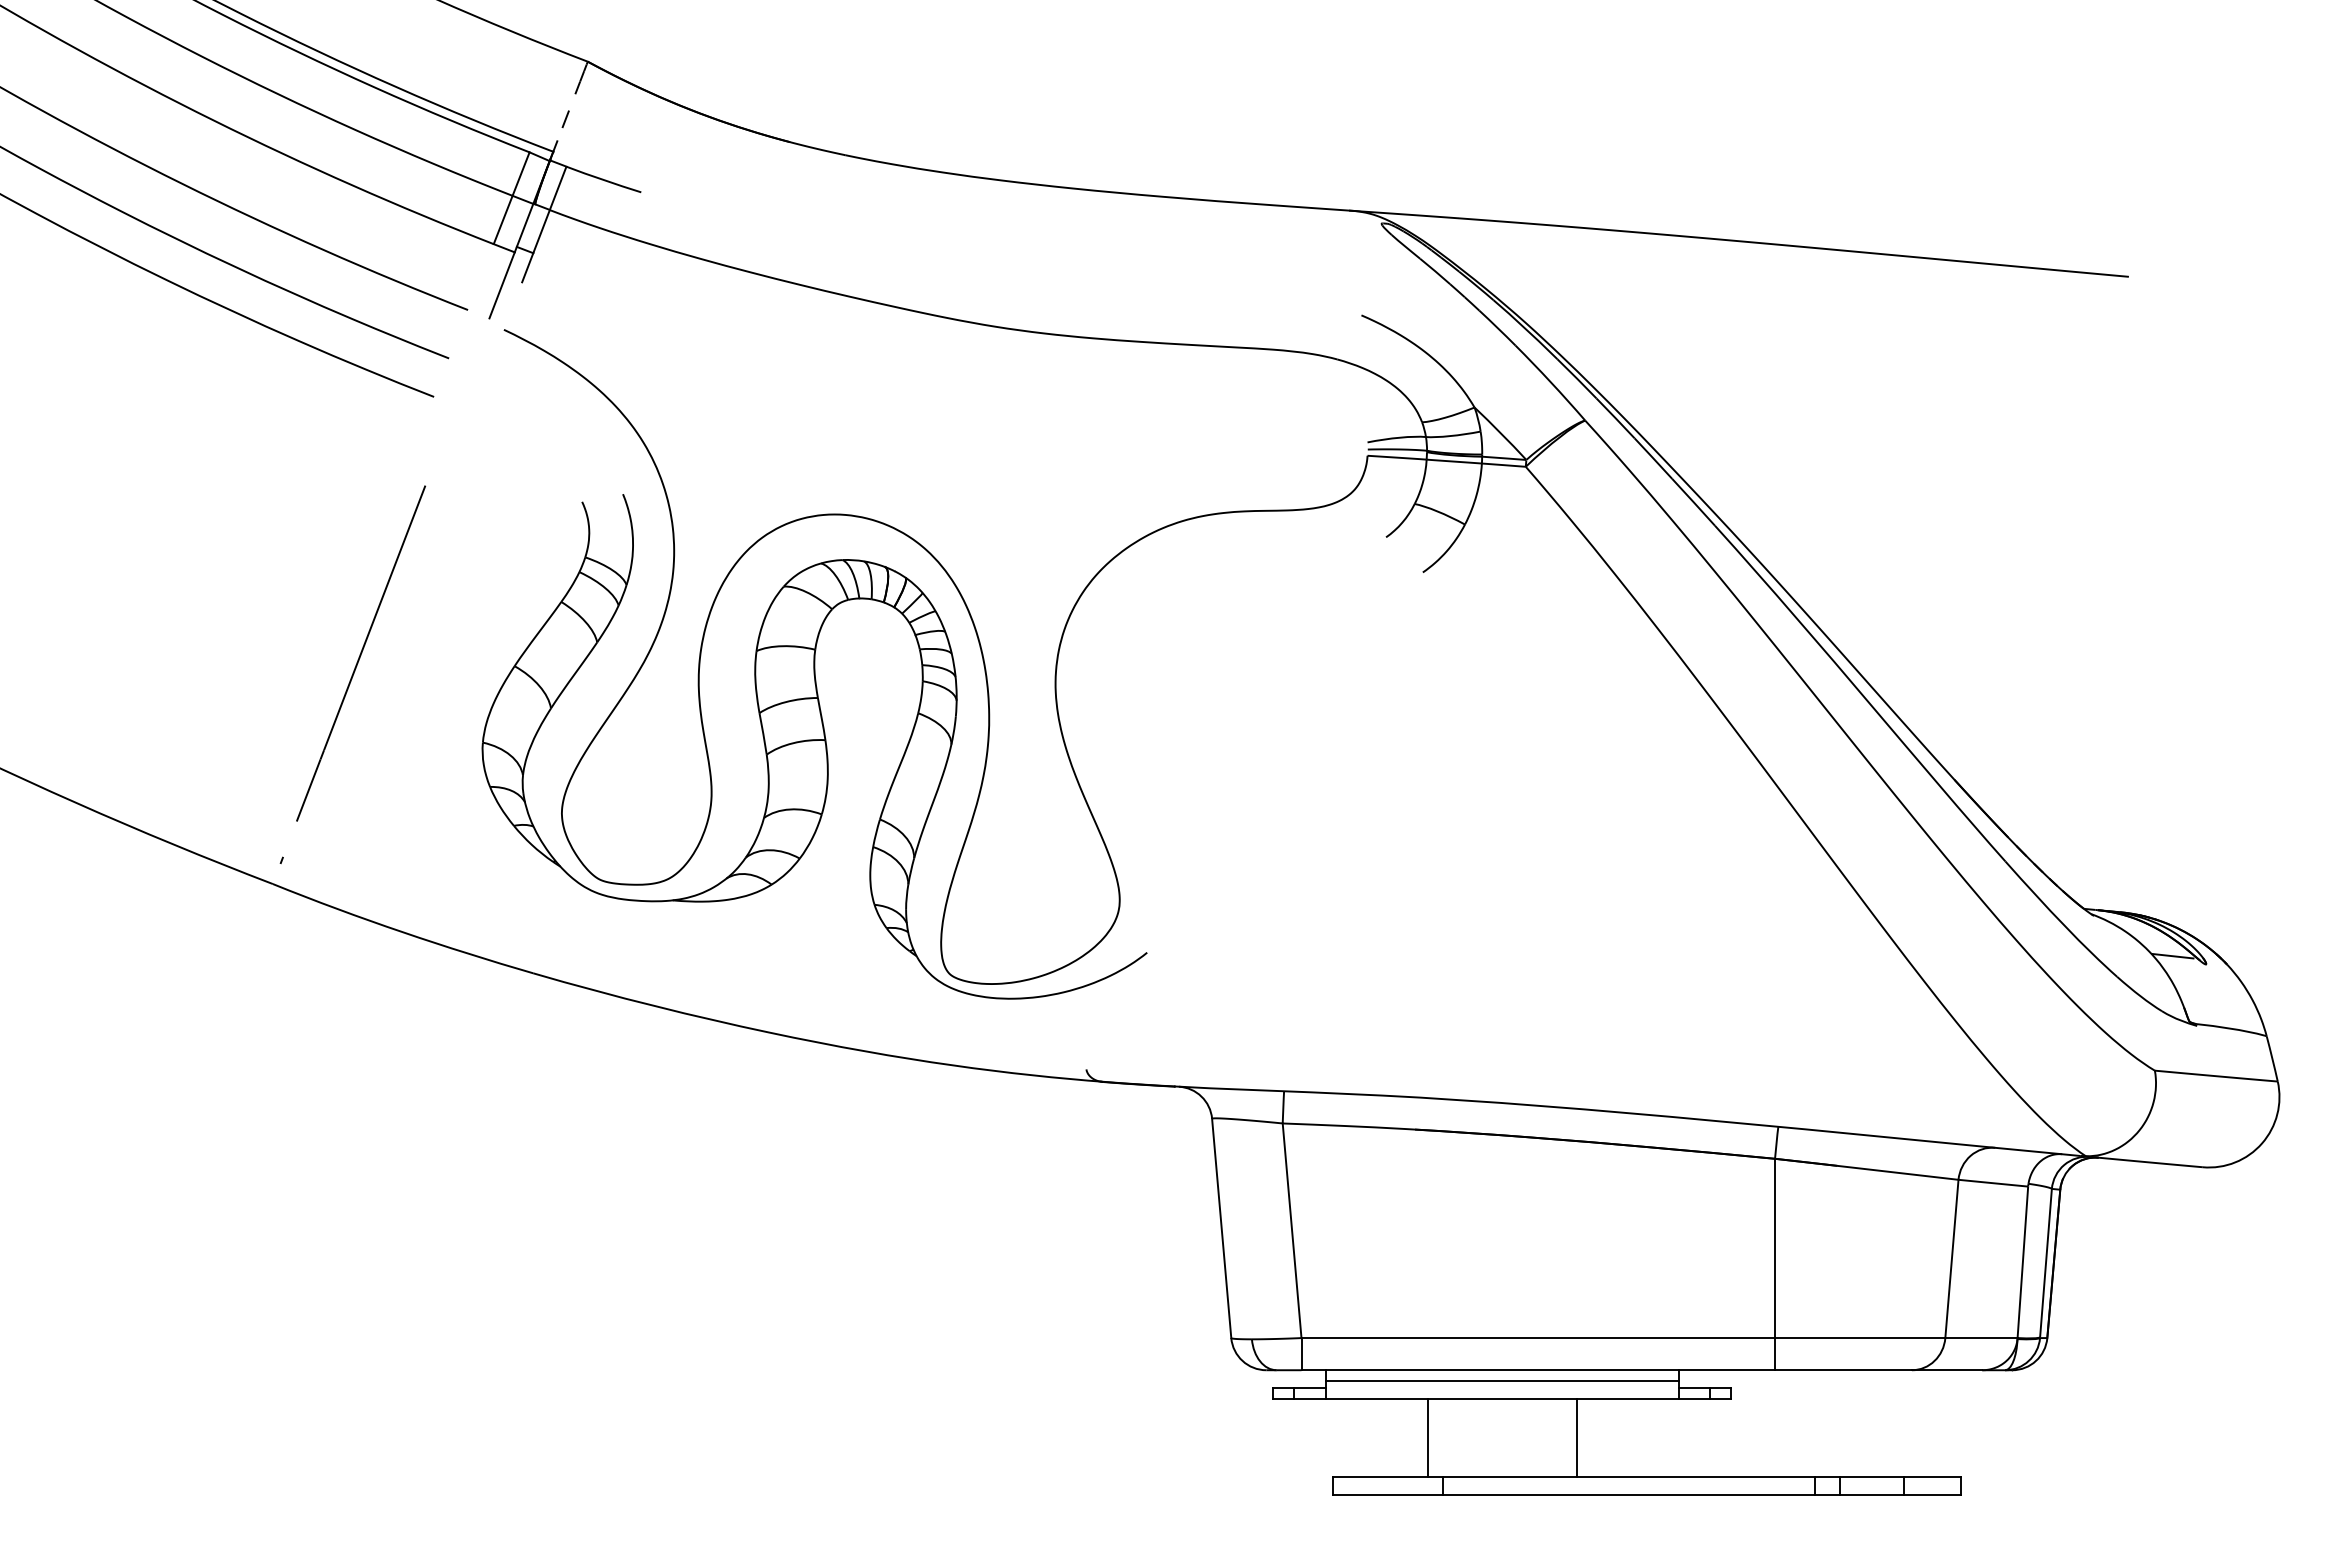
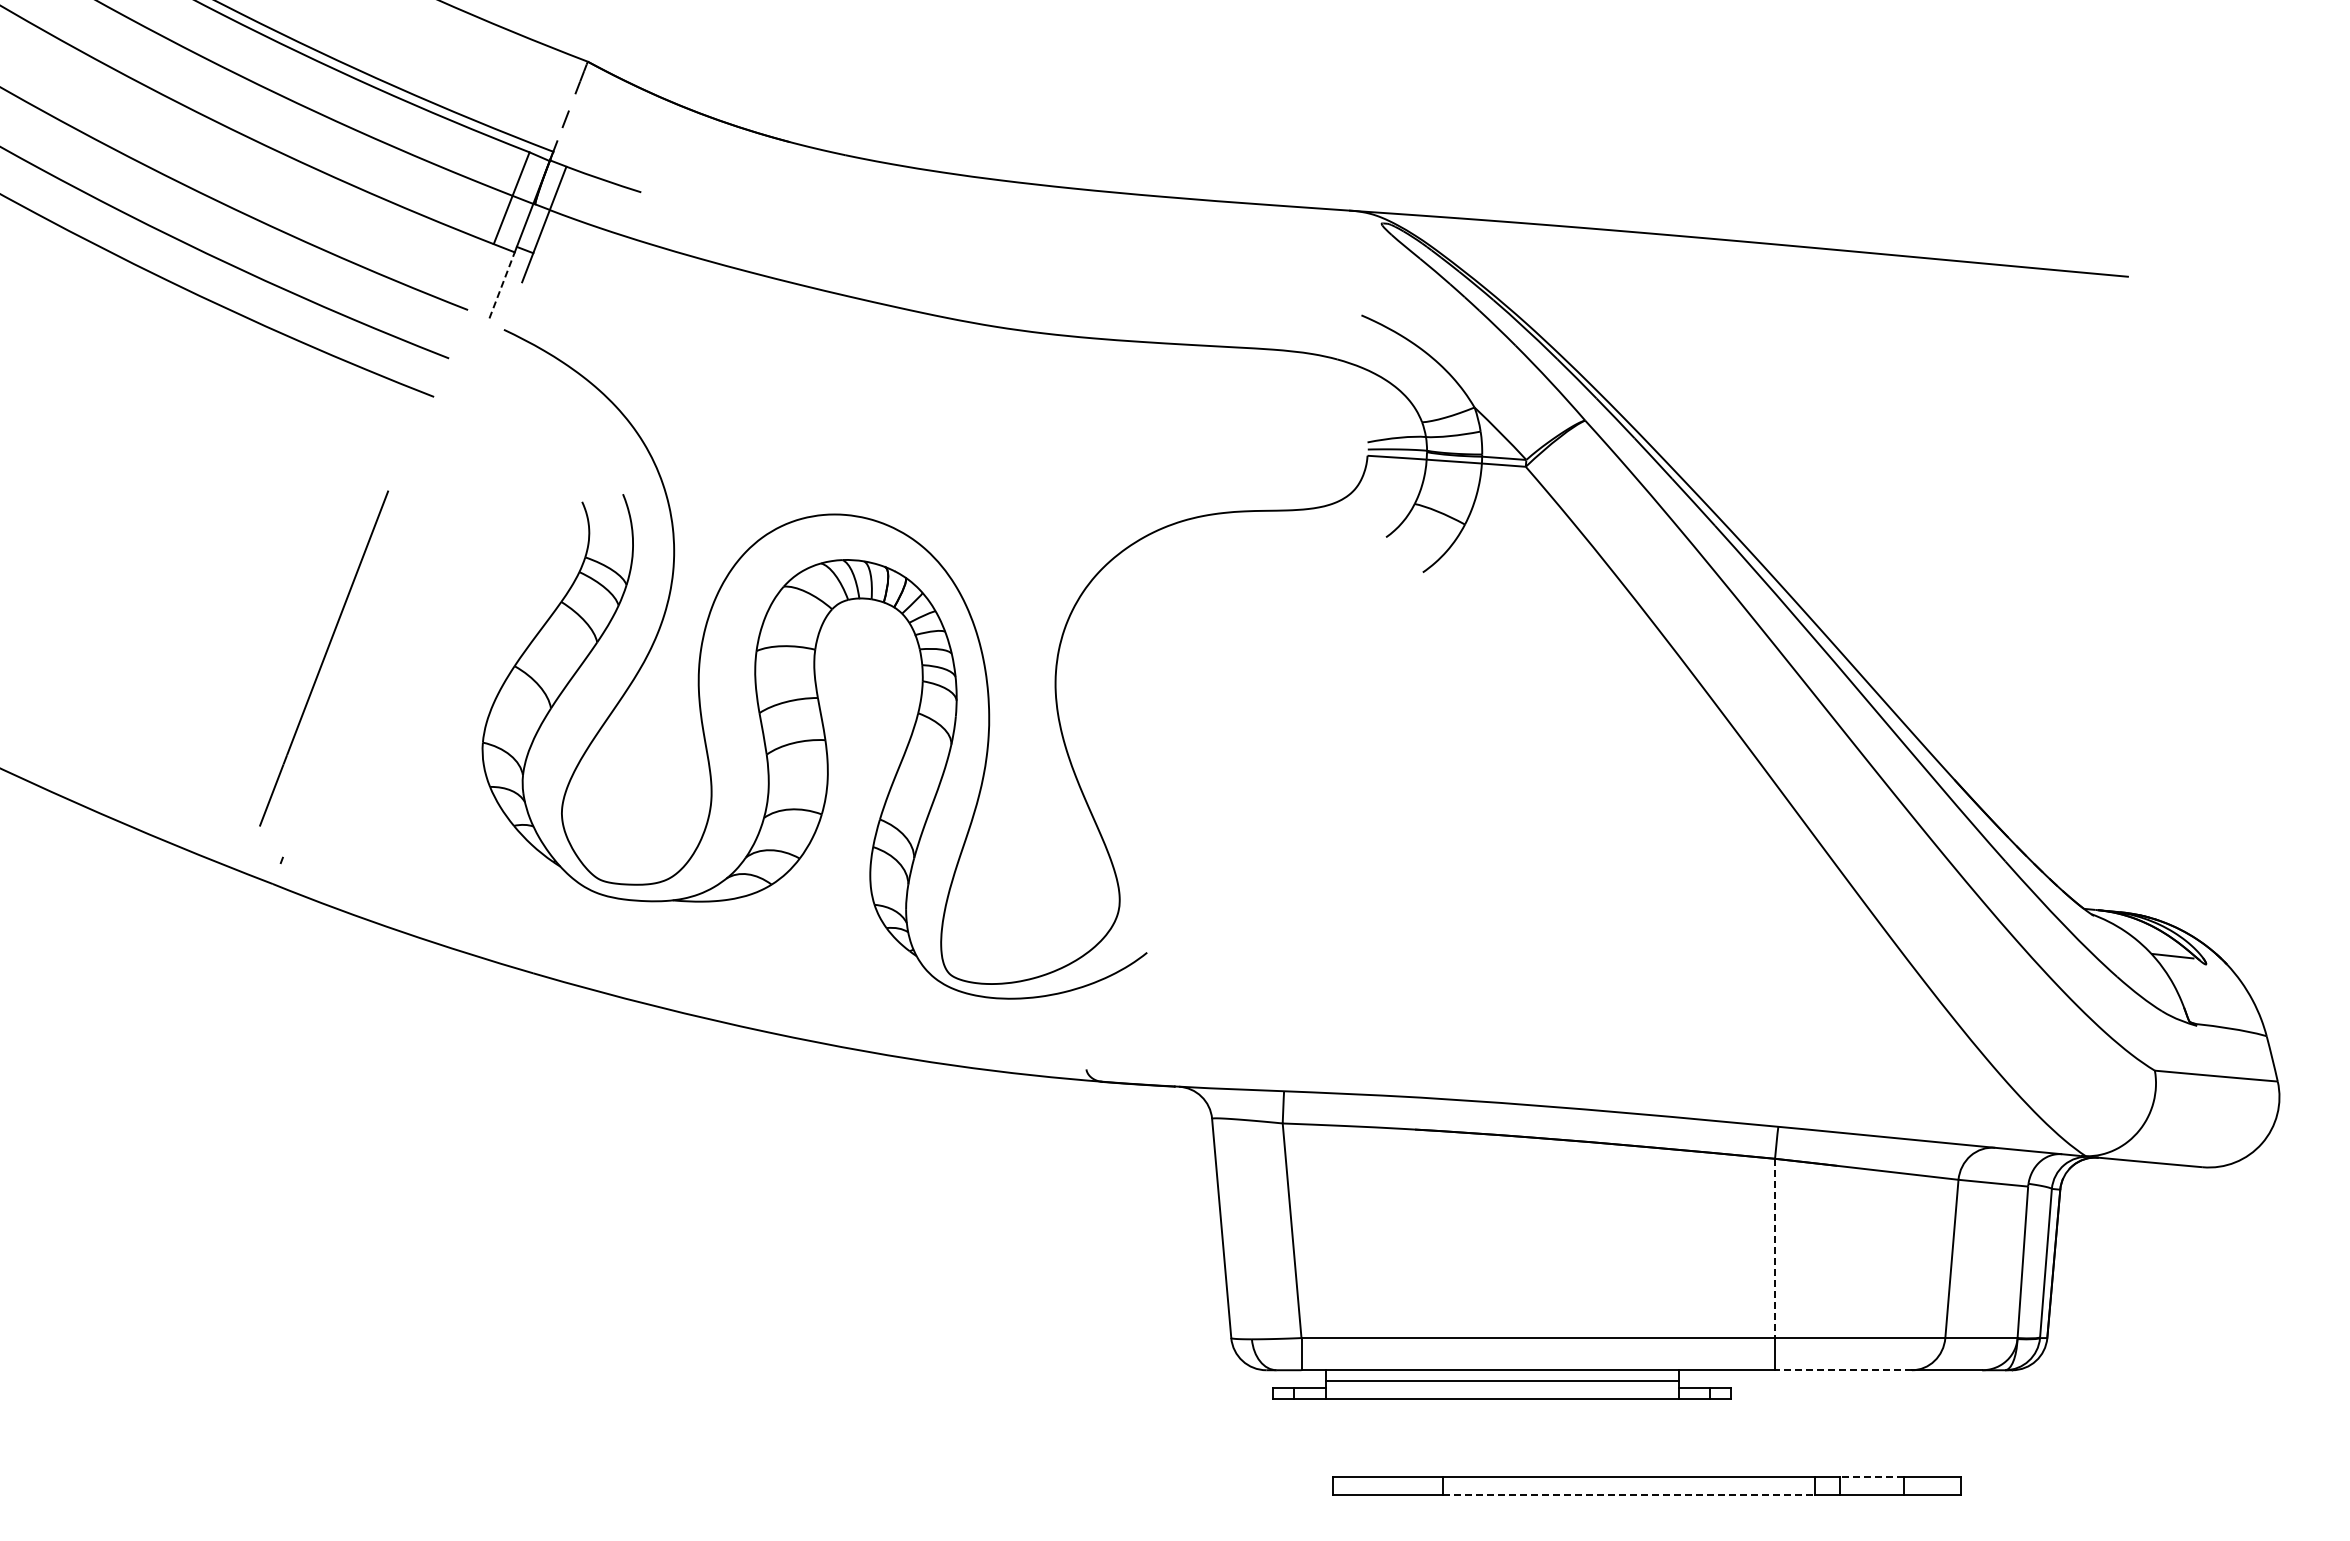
line at (502, 284): solid -> dashed
line at (361, 653) position: (361, 653) -> (324, 658)
line at (1775, 1248): solid -> dashed
line at (1842, 1370): solid -> dashed
line at (1427, 1437): present -> none
line at (1577, 1437): present -> none
line at (1871, 1477): solid -> dashed
line at (1629, 1494): solid -> dashed
